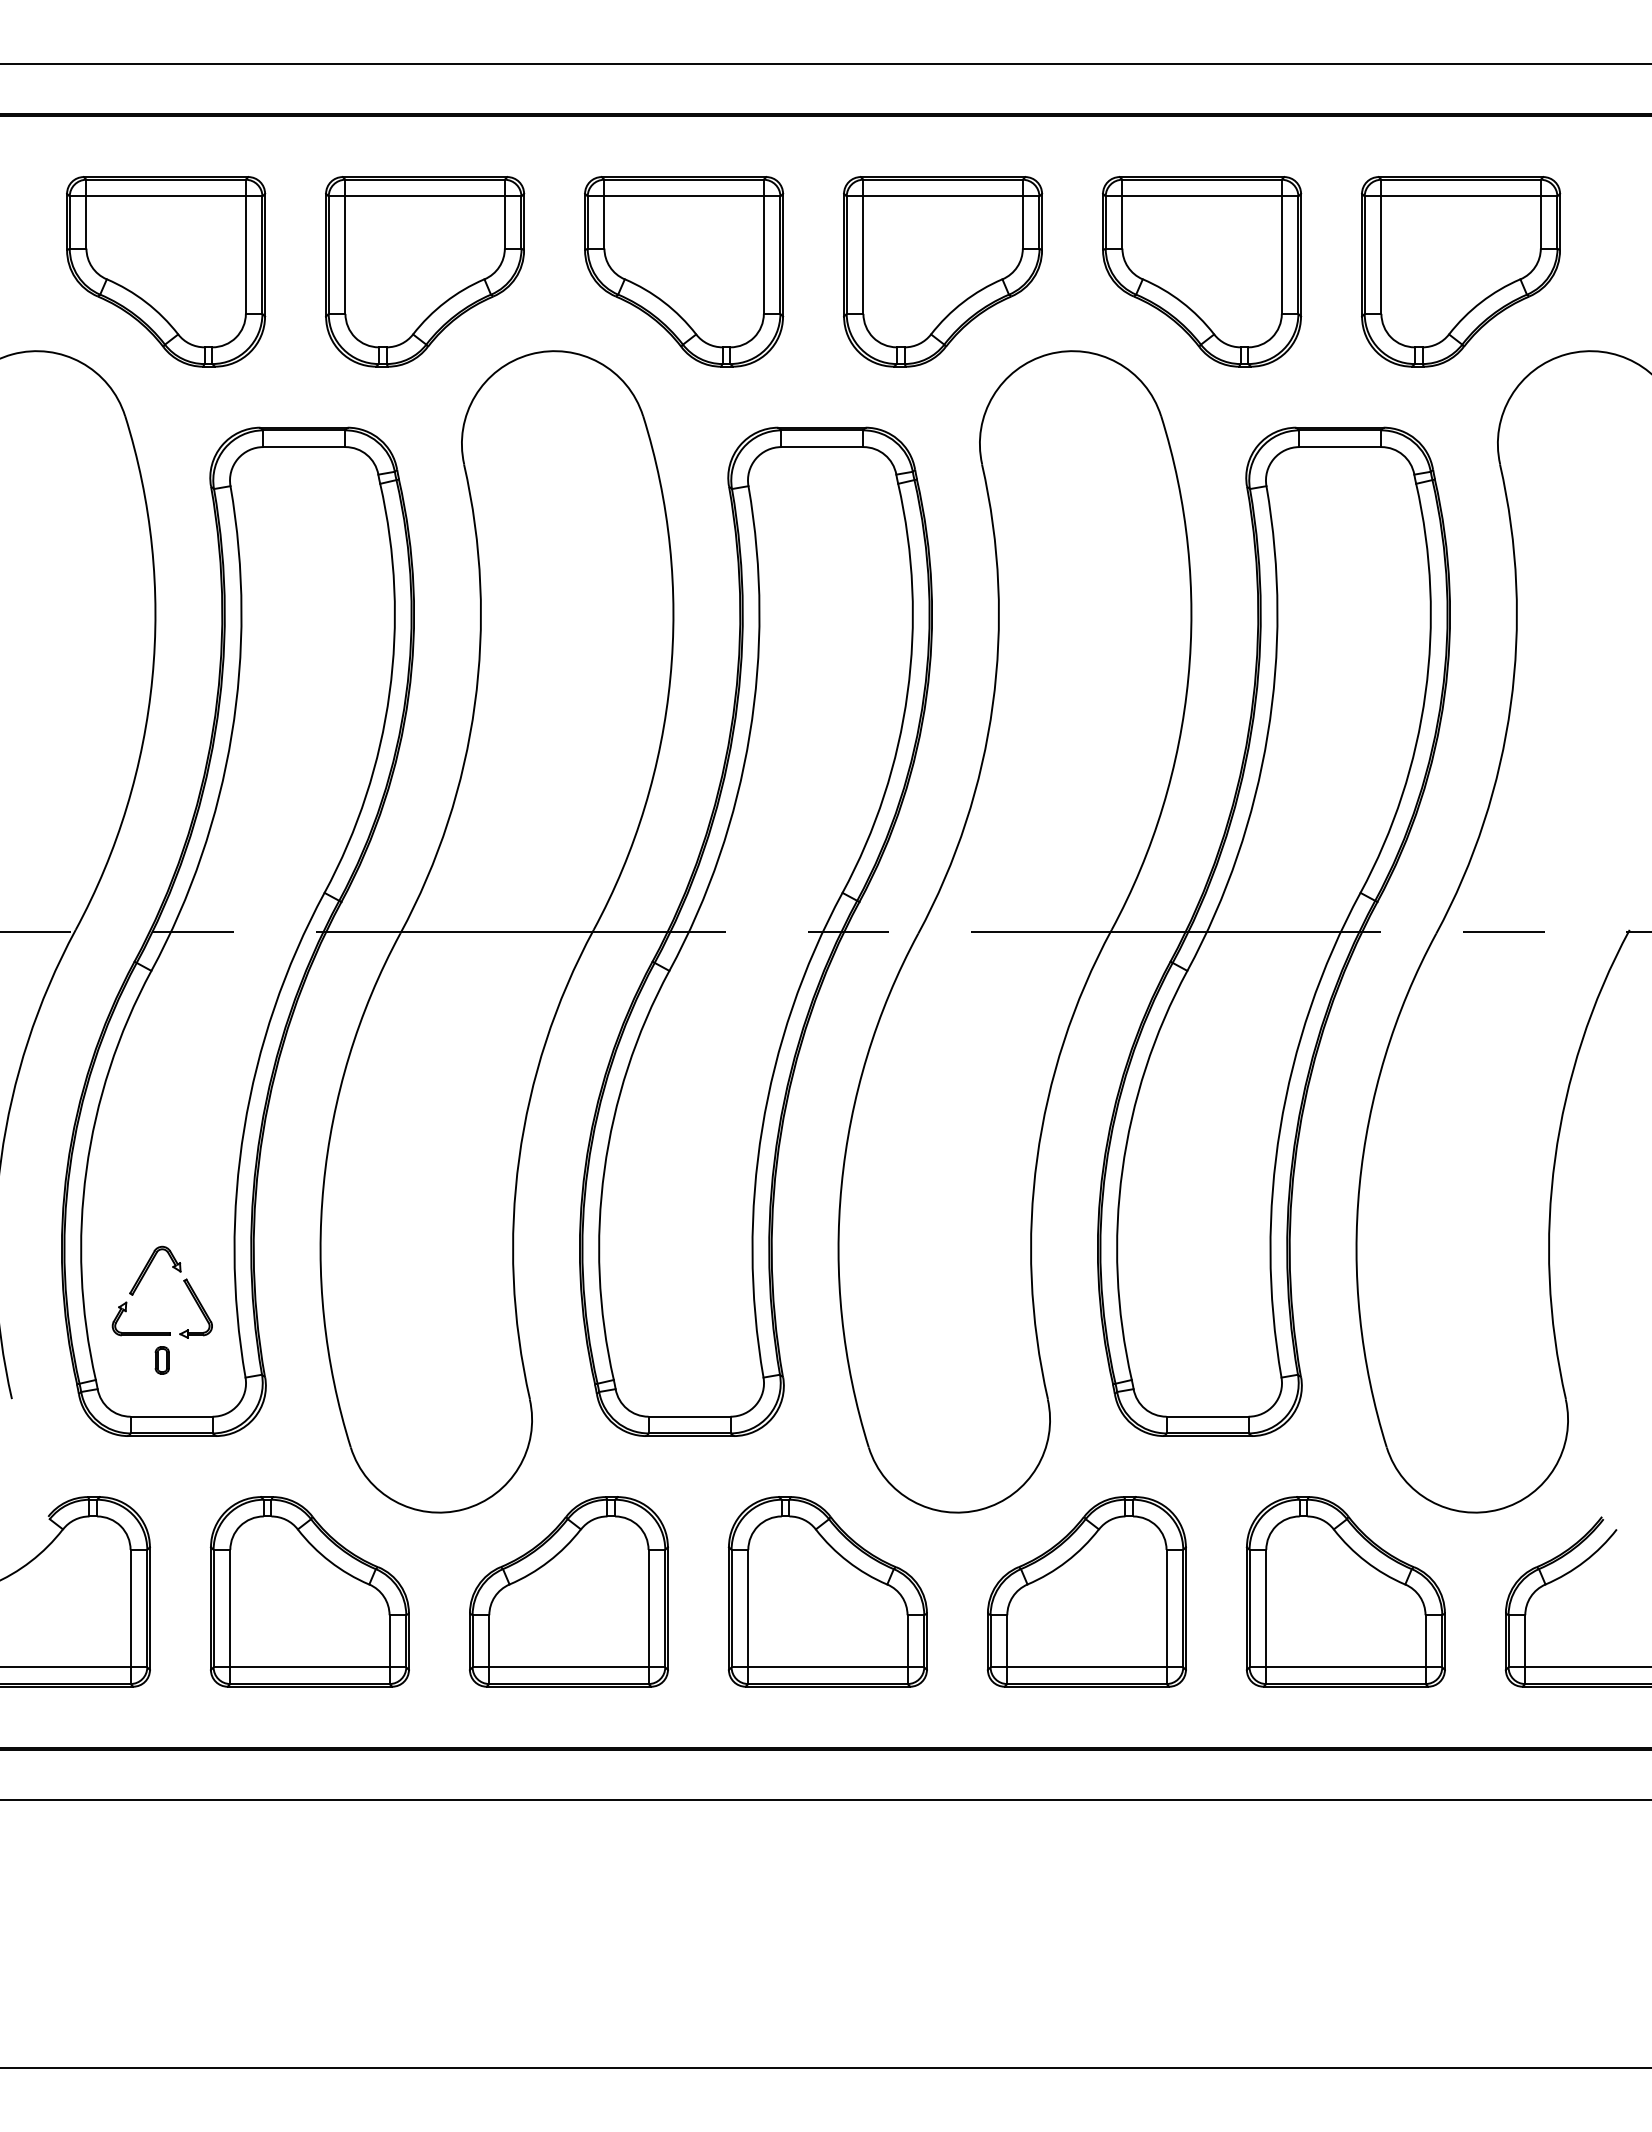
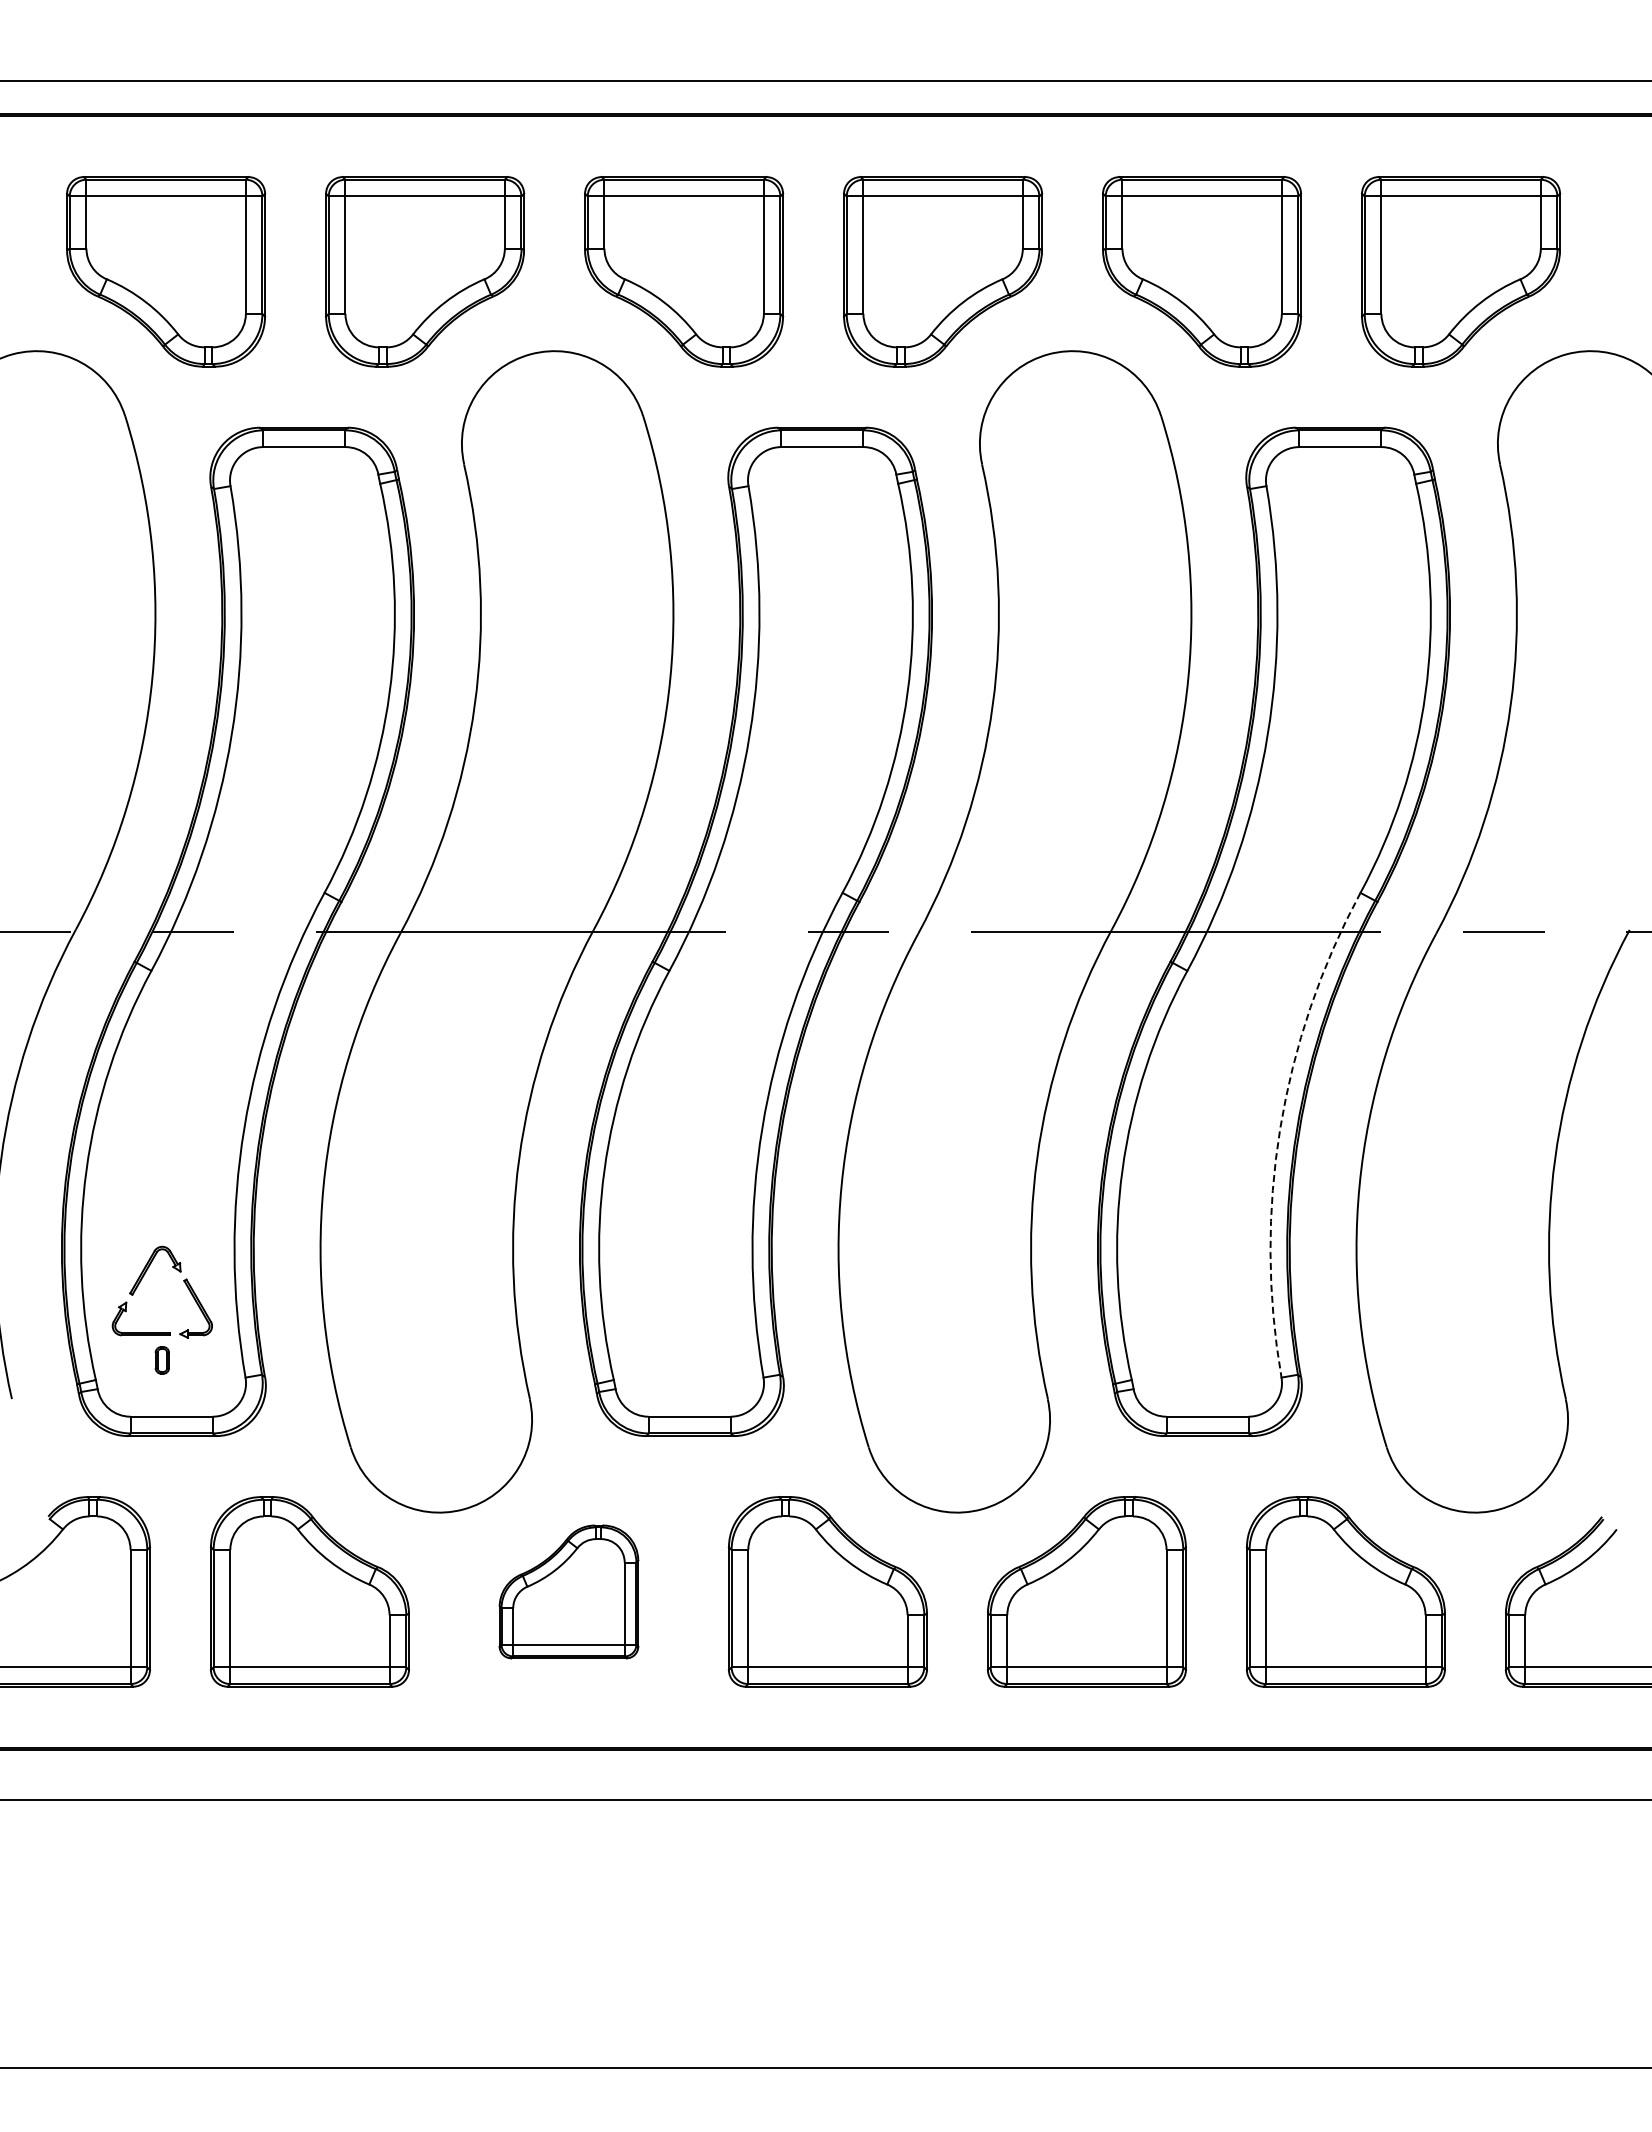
line at (825, 63) position: (825, 63) -> (825, 80)
arc at (1280, 1128): solid -> dashed
part at (568, 1591) size: 200x192 px -> 142x136 px
